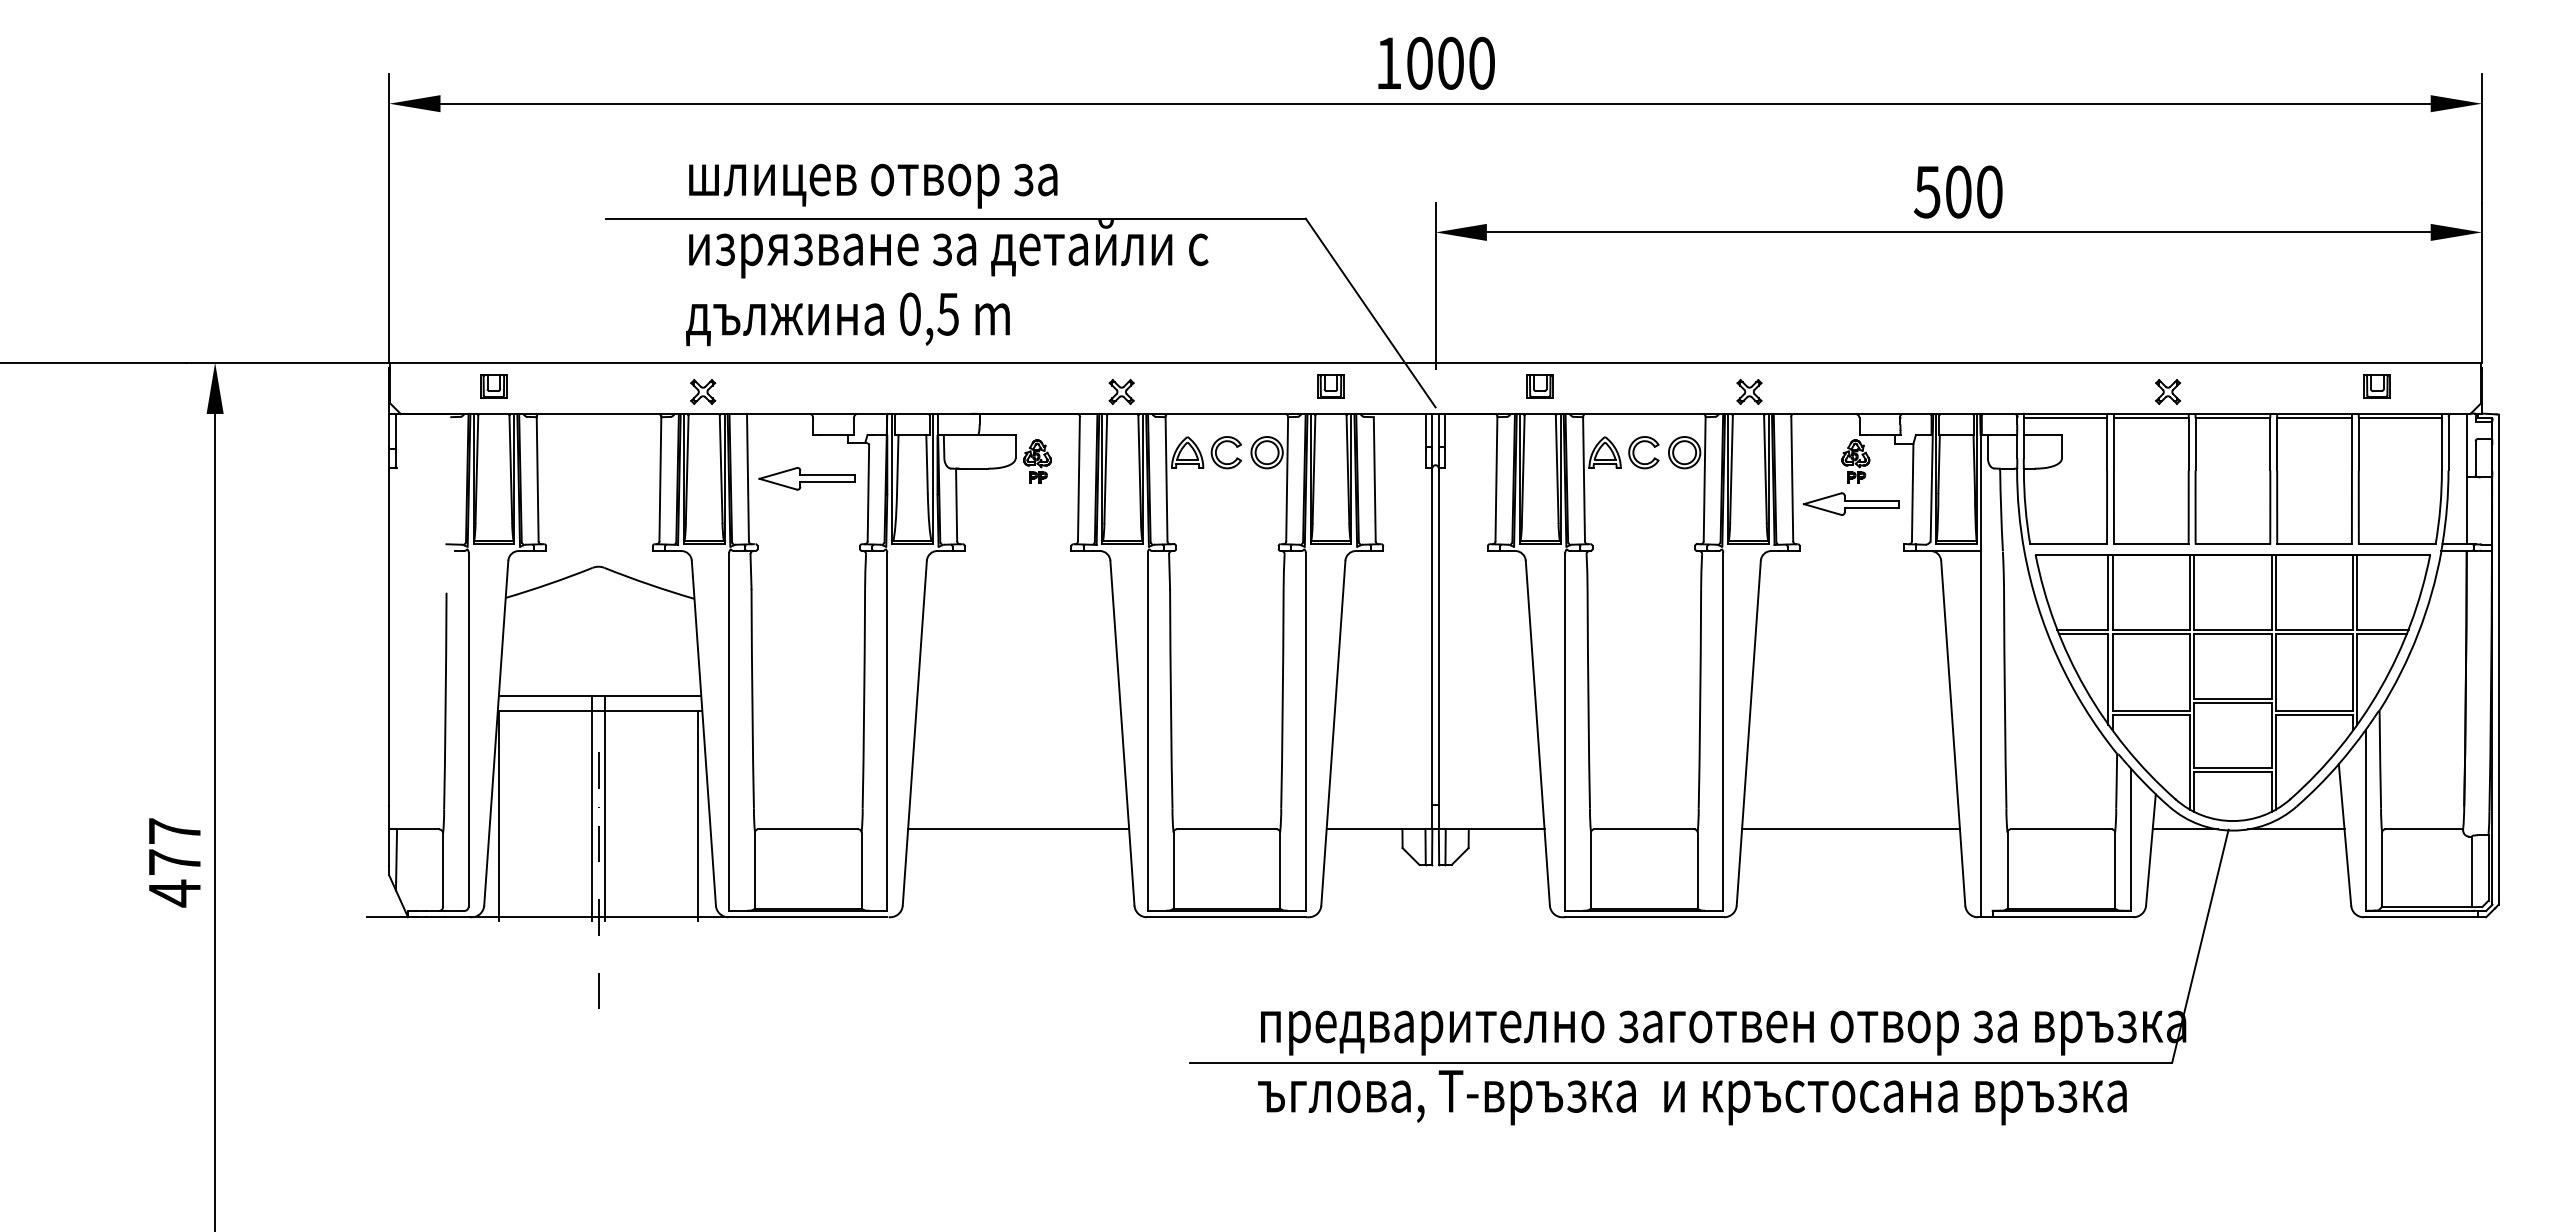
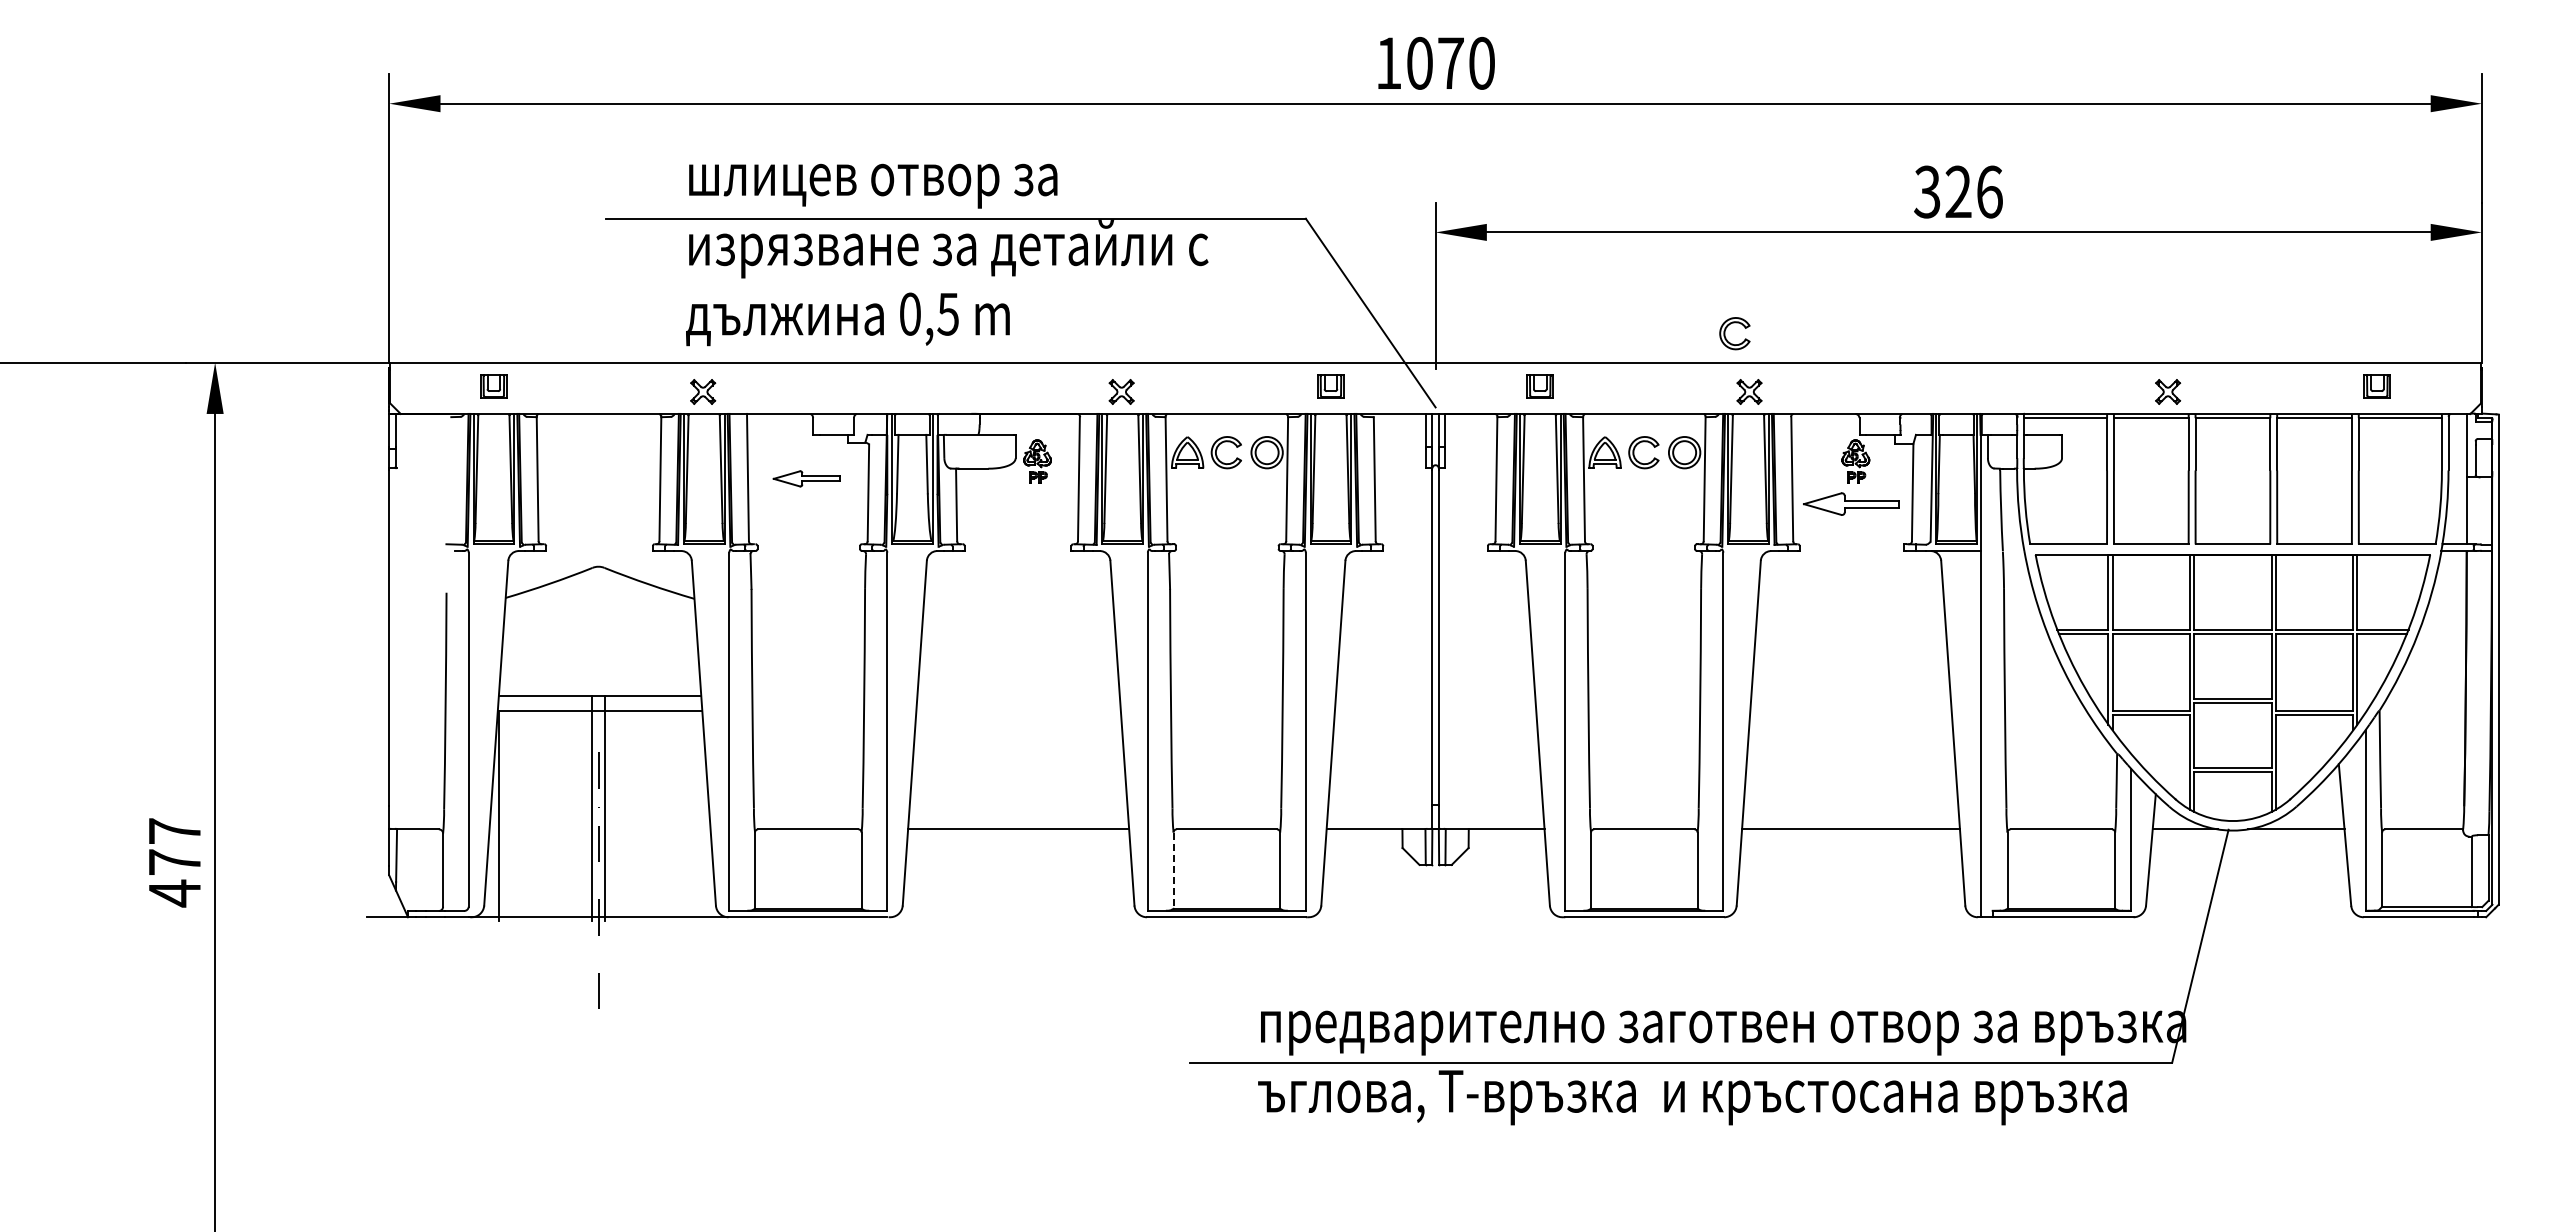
text at (1450, 62): 1000 -> 1070
text at (1958, 191): 500 -> 326
part at (1726, 329): none -> present
part at (806, 478) size: 98x24 px -> 69x18 px
line at (698, 815): present -> none
line at (1173, 871): solid -> dashed
